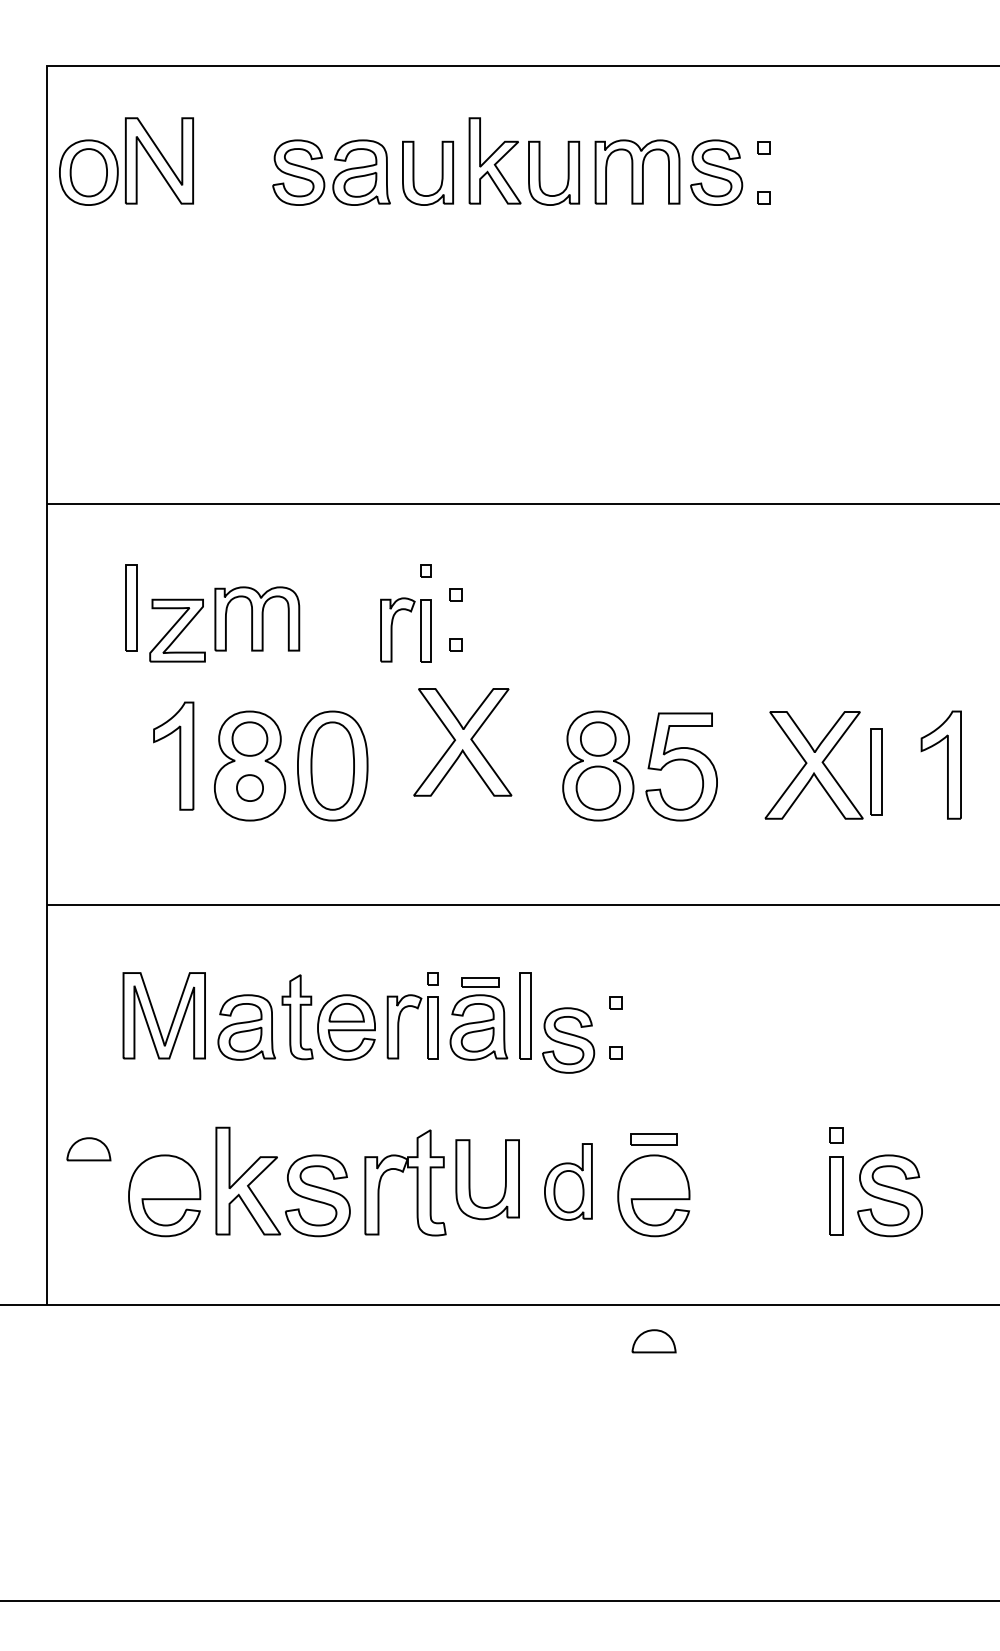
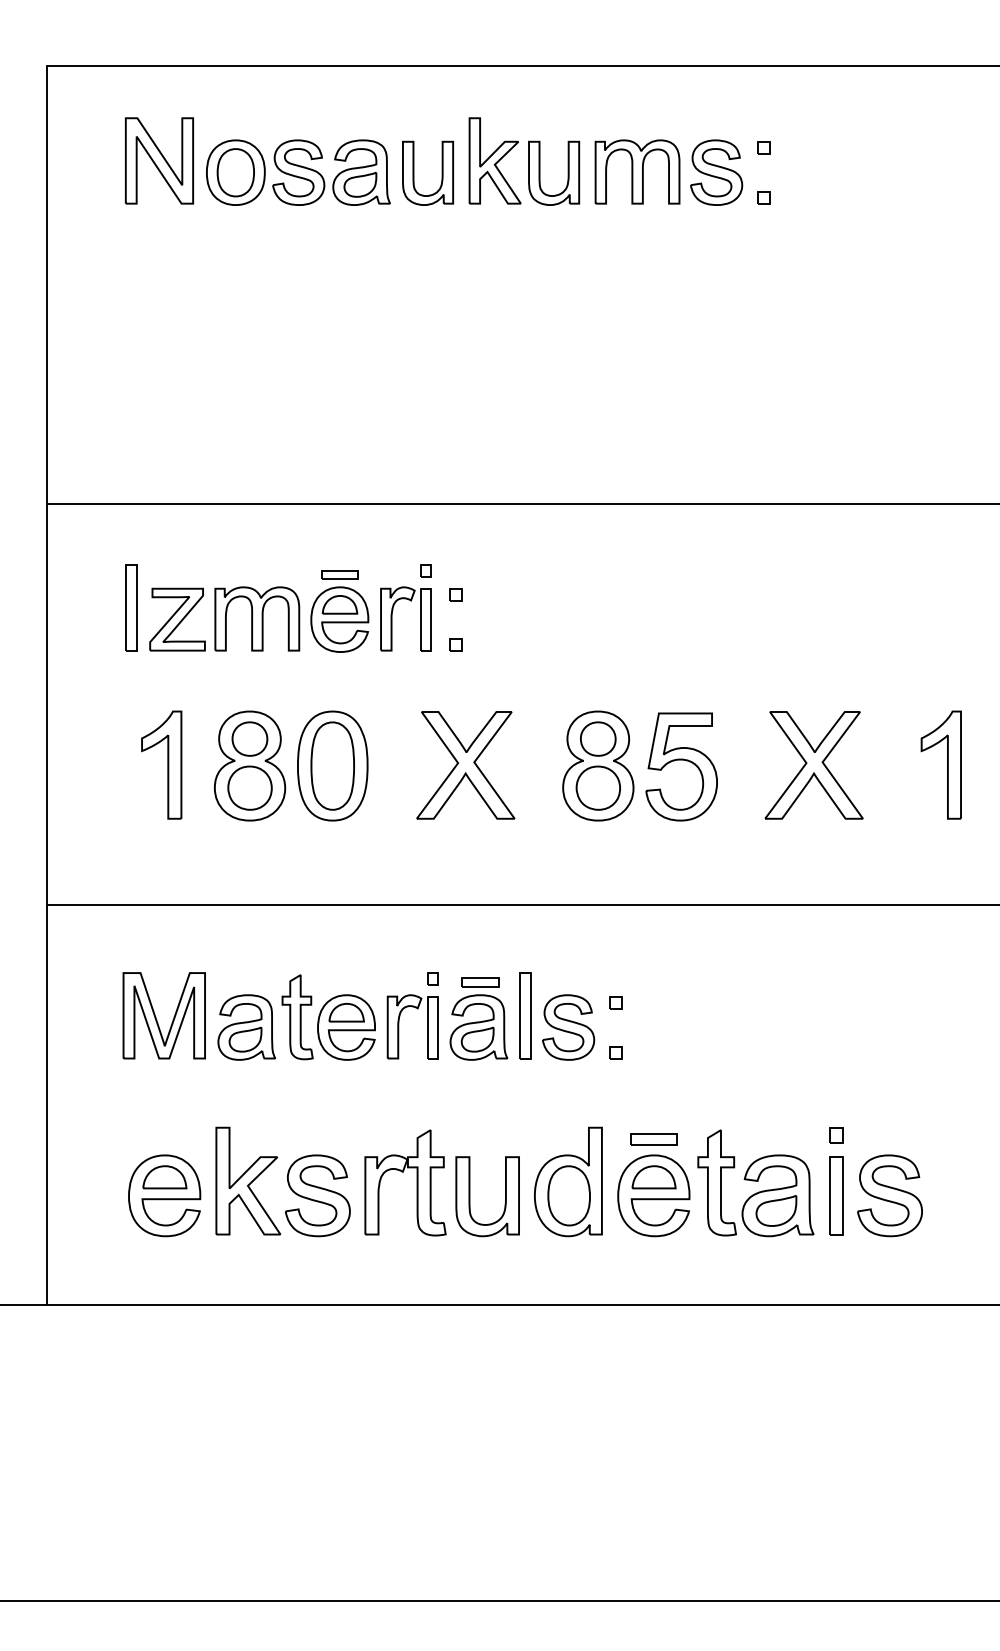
part at (88, 172) position: (88, 172) -> (235, 172)
part at (339, 611): none -> present
part at (392, 629) position: (392, 629) -> (392, 618)
part at (177, 630) position: (177, 630) -> (177, 619)
part at (462, 742) position: (462, 742) -> (465, 765)
part at (173, 755) position: (173, 755) -> (161, 764)
part at (876, 771): present -> none
part at (249, 787) size: 28x28 px -> 46x46 px
part at (568, 1040) position: (568, 1040) -> (568, 1027)
part at (88, 1149) position: (88, 1149) -> (164, 1177)
part at (470, 1179) position: (470, 1179) -> (470, 1196)
part at (568, 1181) size: 49x78 px -> 69x112 px
part at (755, 1183): none -> present
part at (653, 1341) position: (653, 1341) -> (653, 1177)
